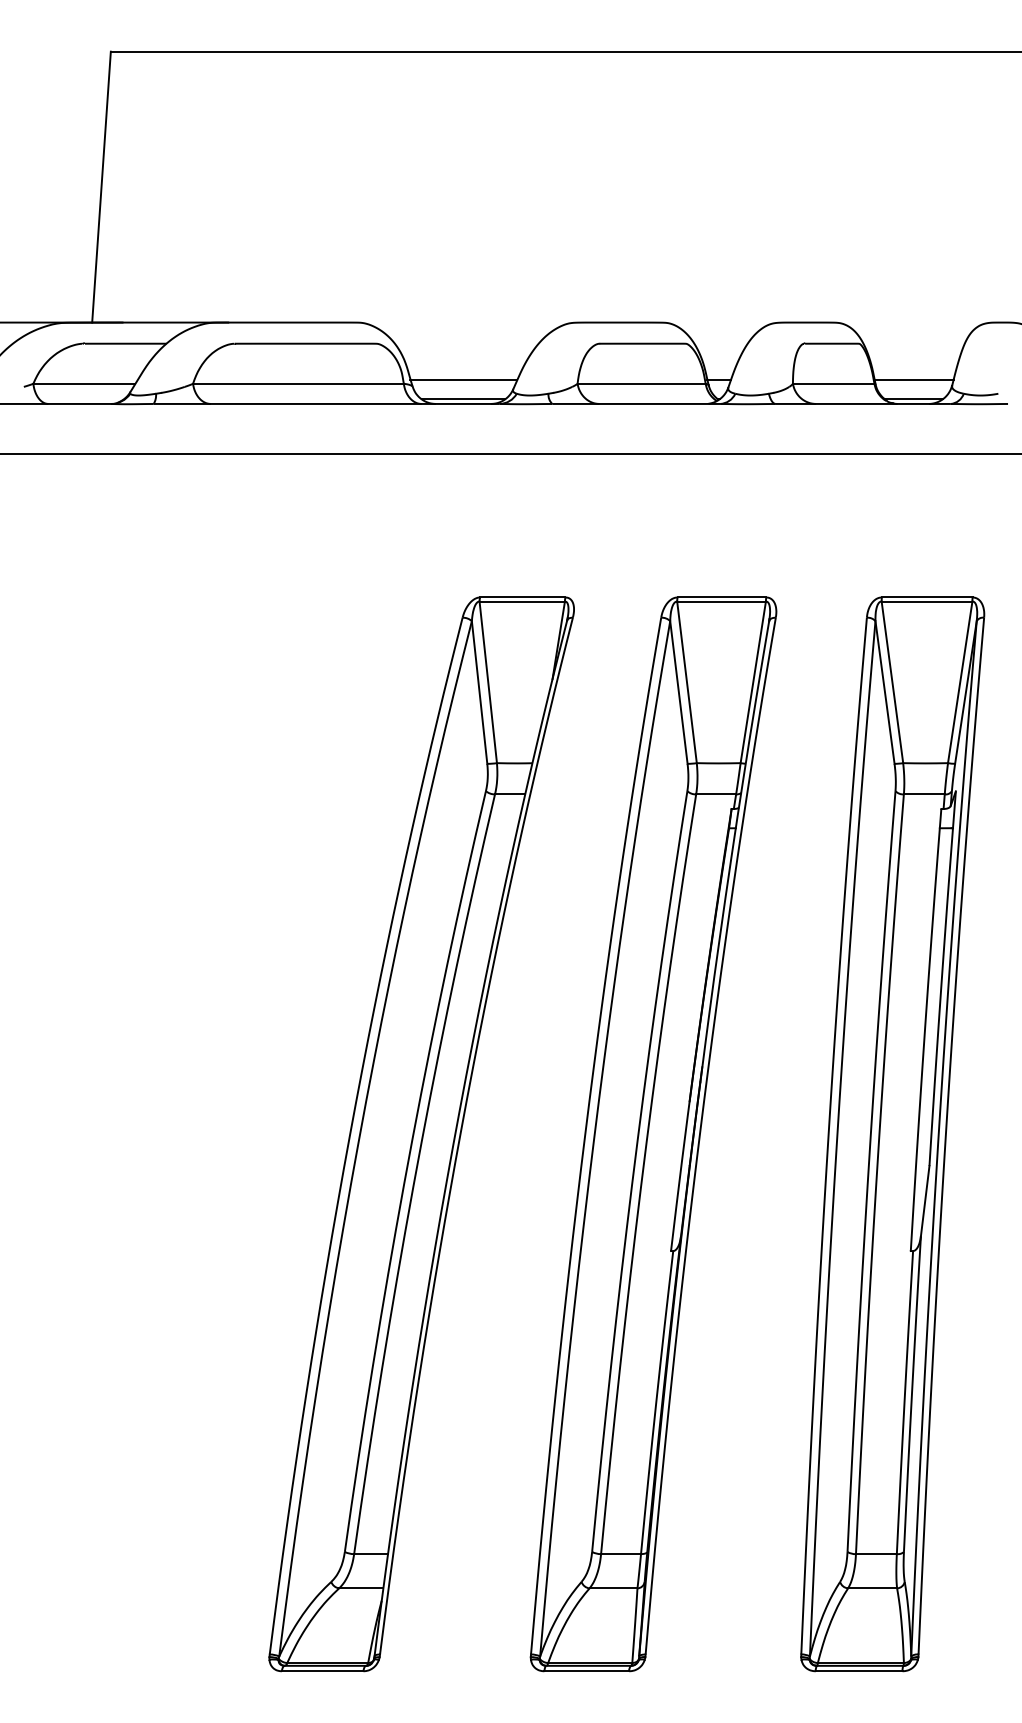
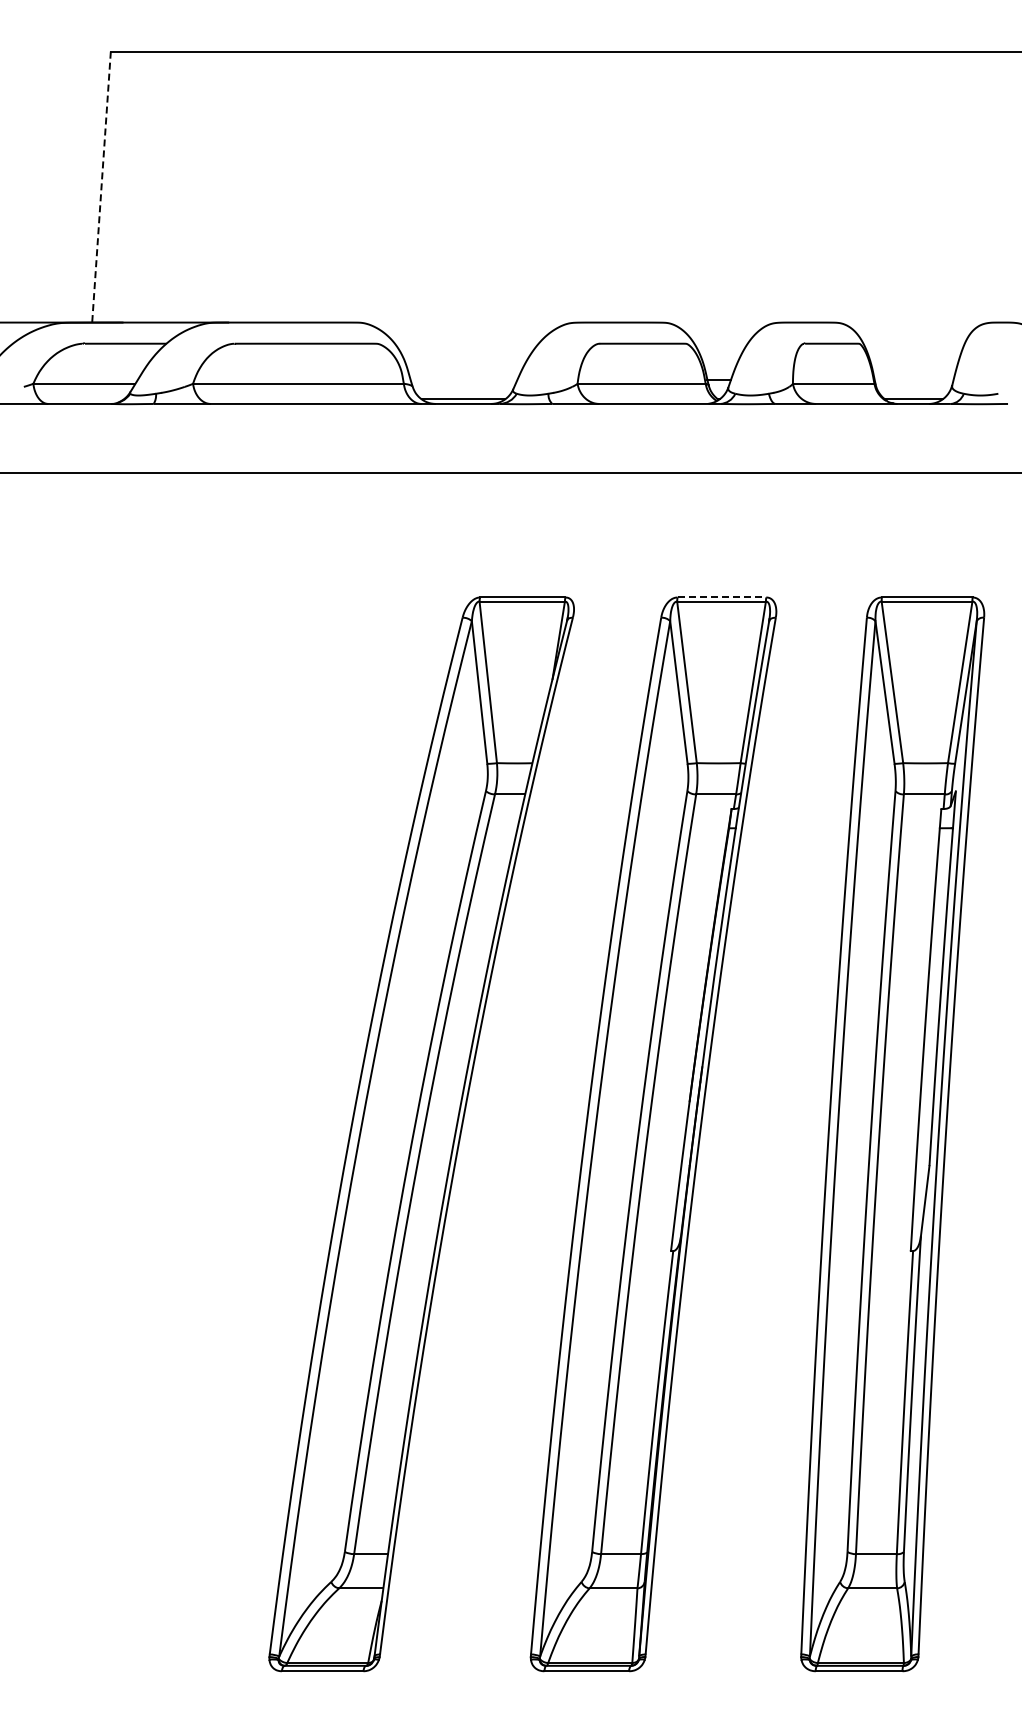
line at (101, 187): solid -> dashed
line at (463, 379): present -> none
line at (913, 379): present -> none
line at (510, 453) position: (510, 453) -> (510, 472)
line at (722, 597): solid -> dashed
